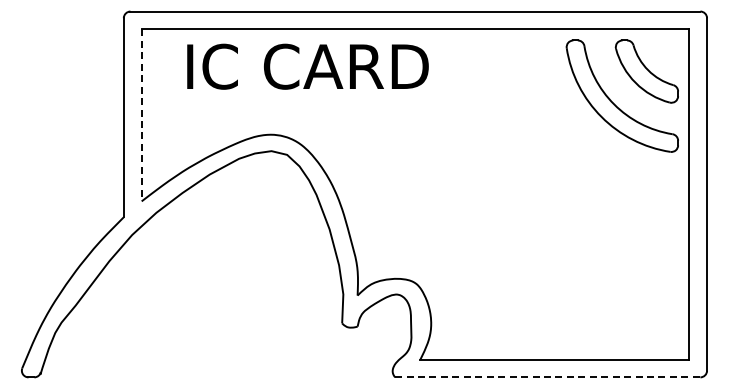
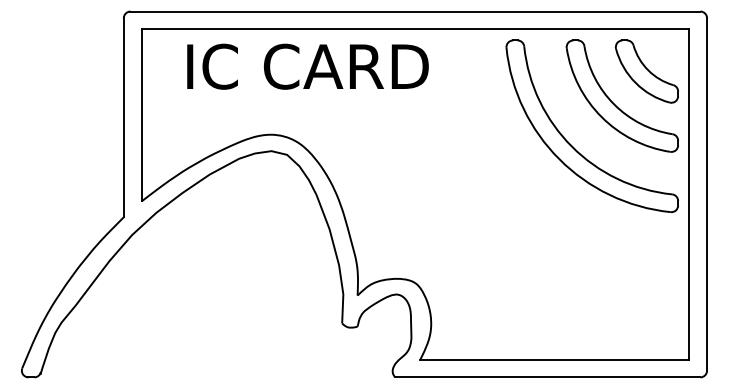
line at (141, 115): dashed -> solid
part at (571, 144): none -> present
line at (547, 377): dashed -> solid
